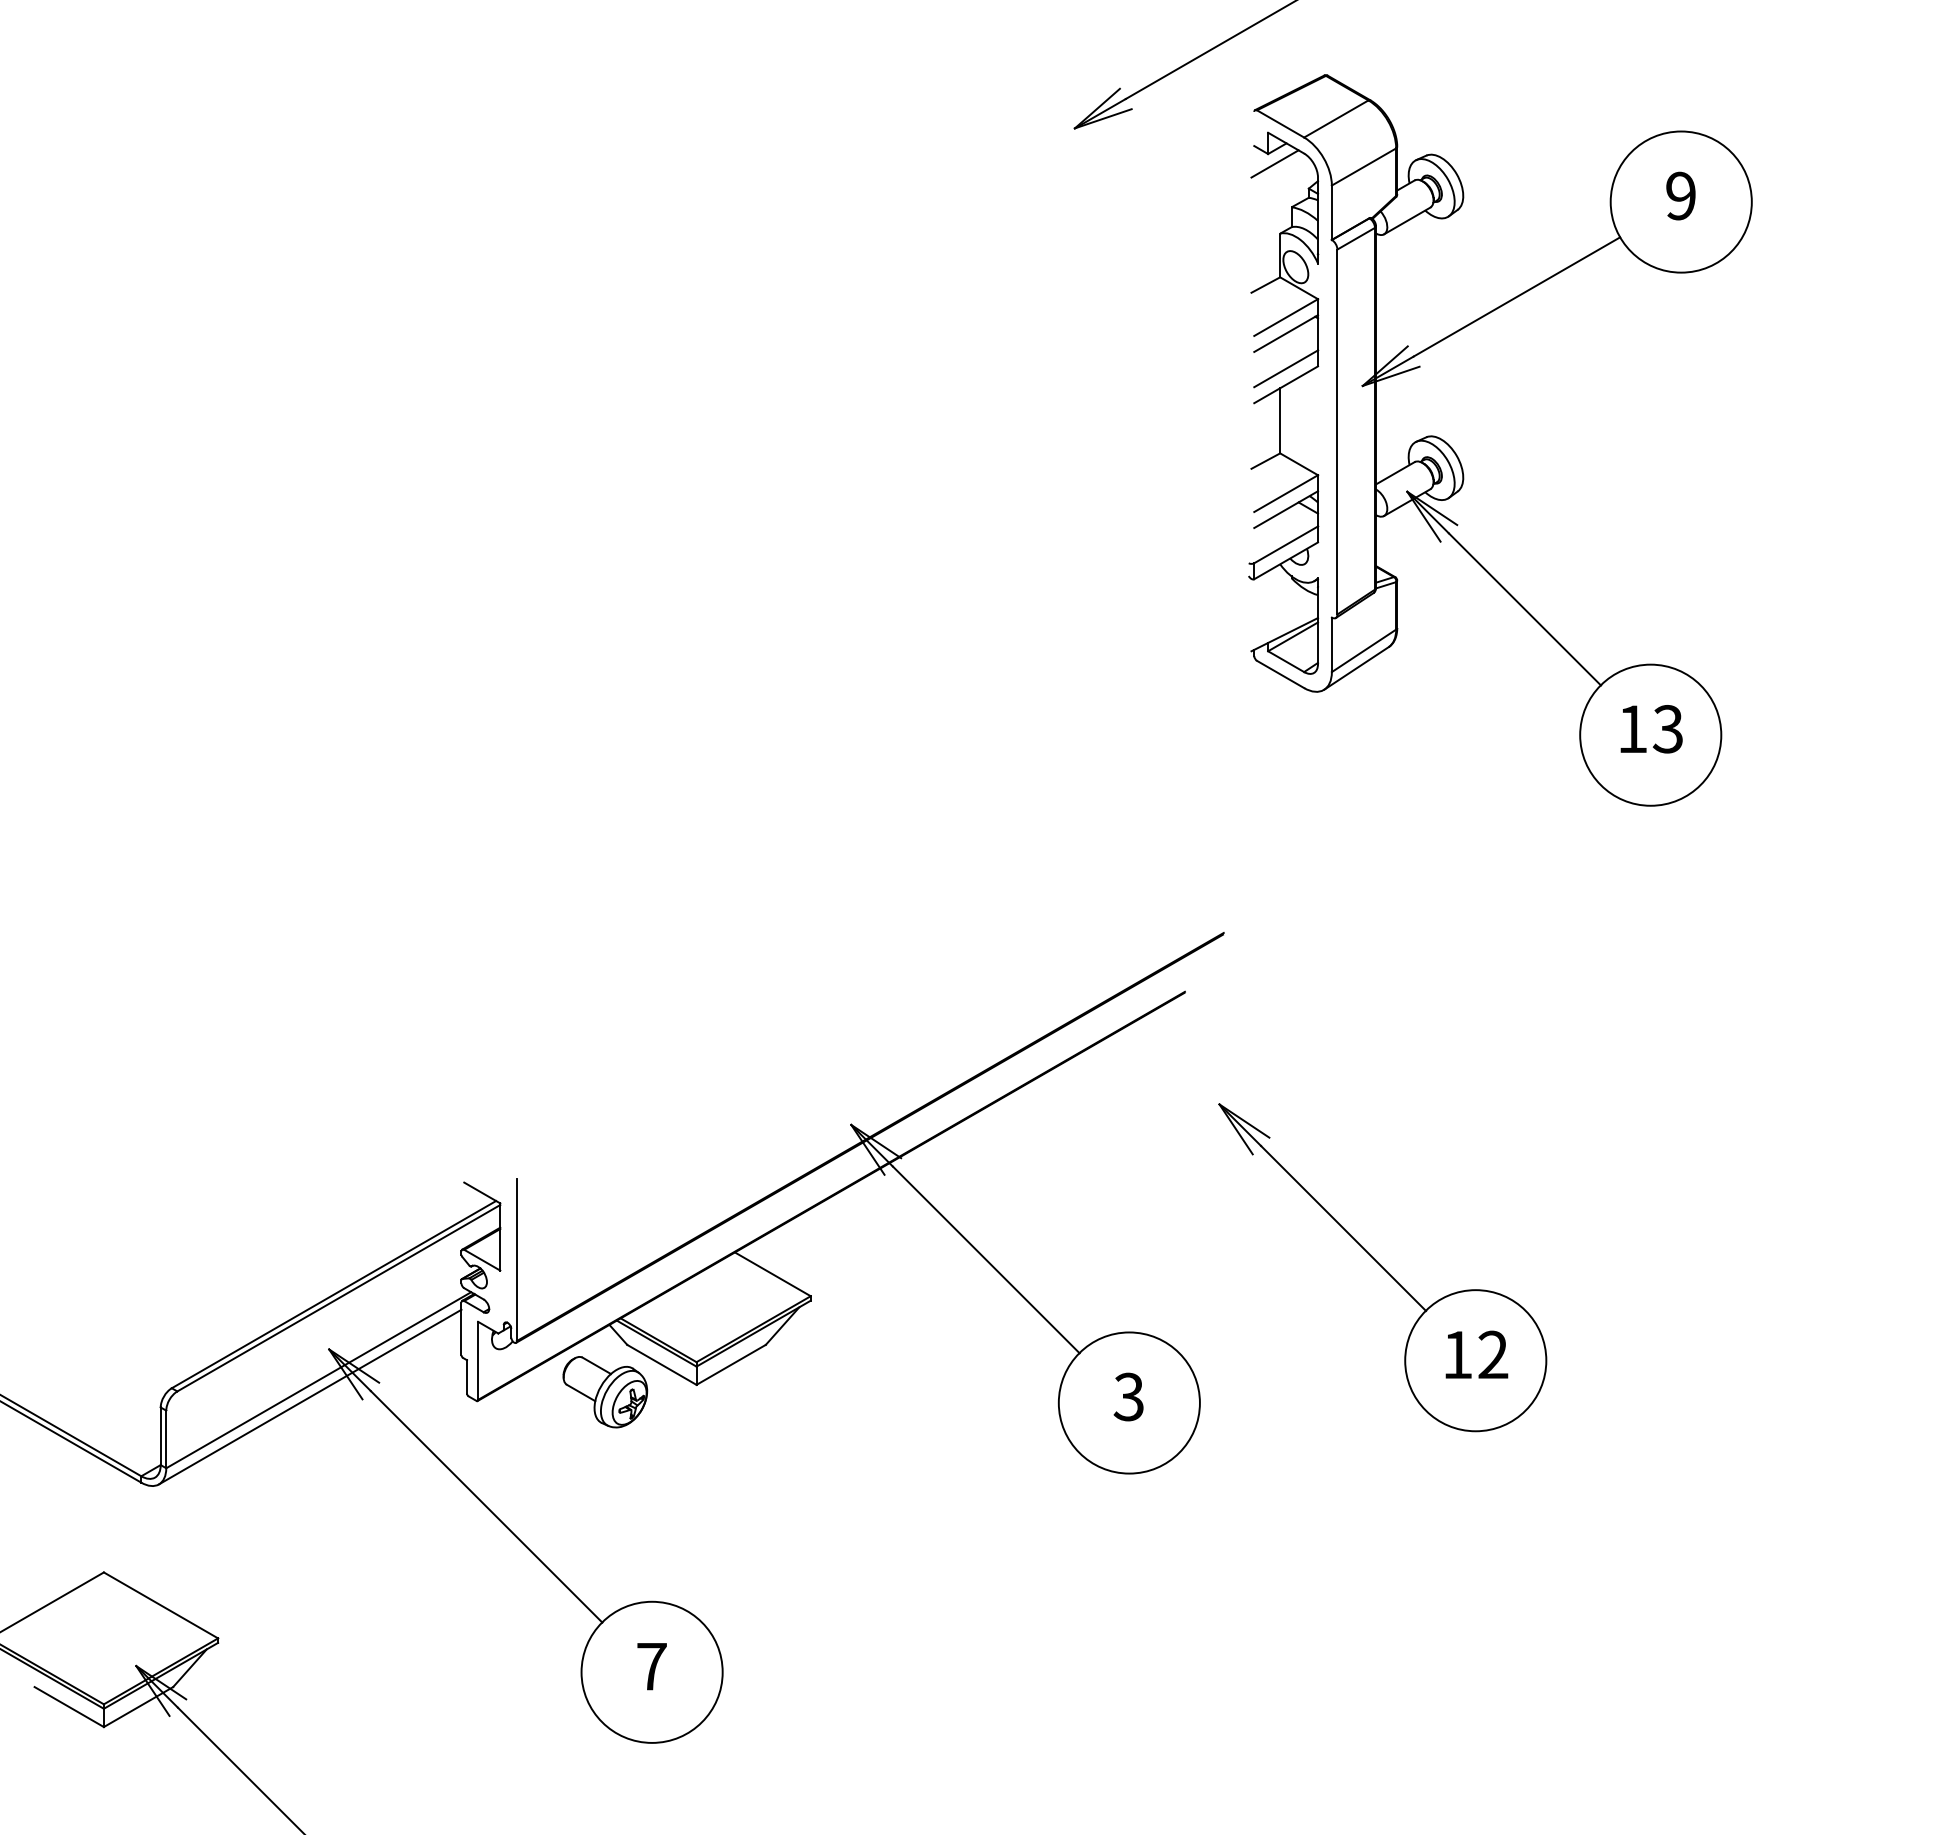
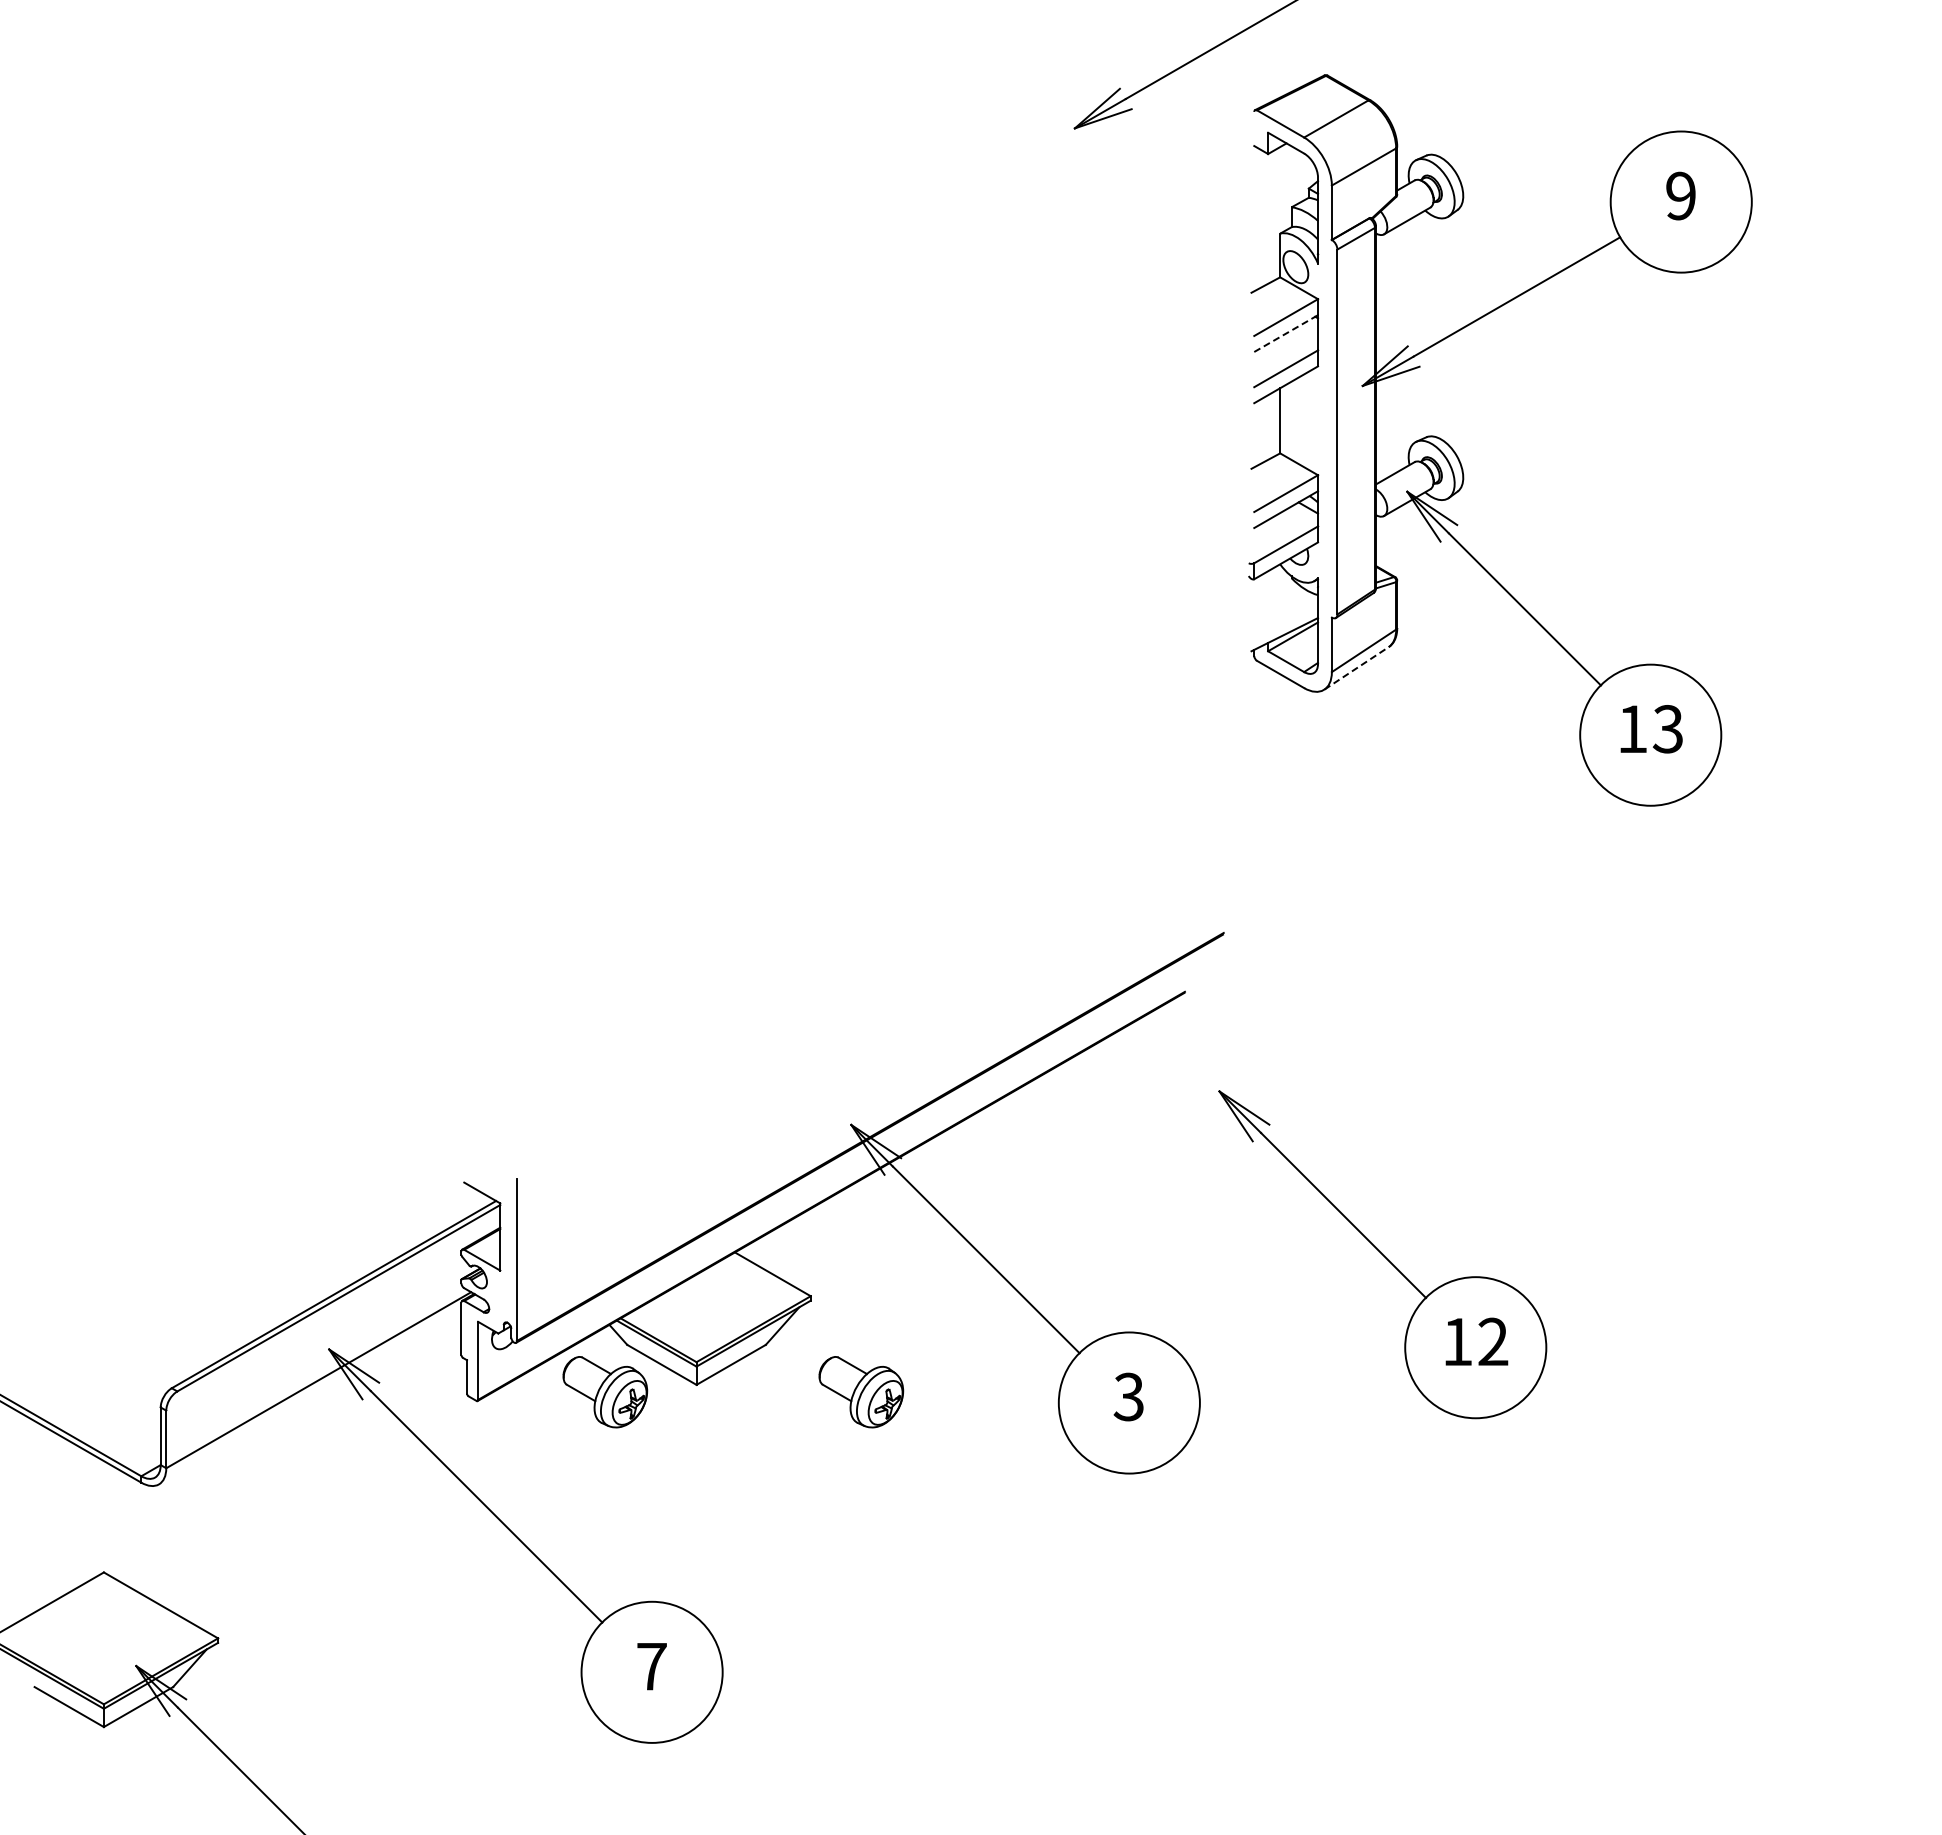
line at (1274, 163): present -> none
line at (1286, 333): solid -> dashed
line at (1356, 668): solid -> dashed
part at (1382, 1267) position: (1382, 1267) -> (1382, 1254)
part at (861, 1392): none -> present
line at (309, 1396): present -> none
